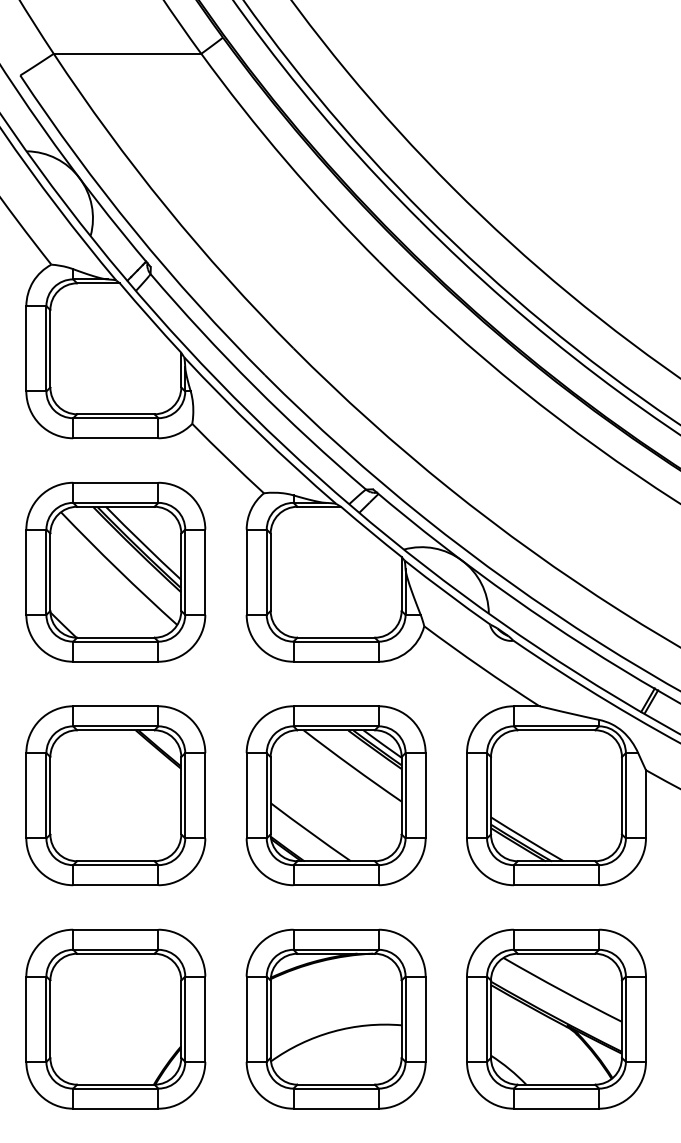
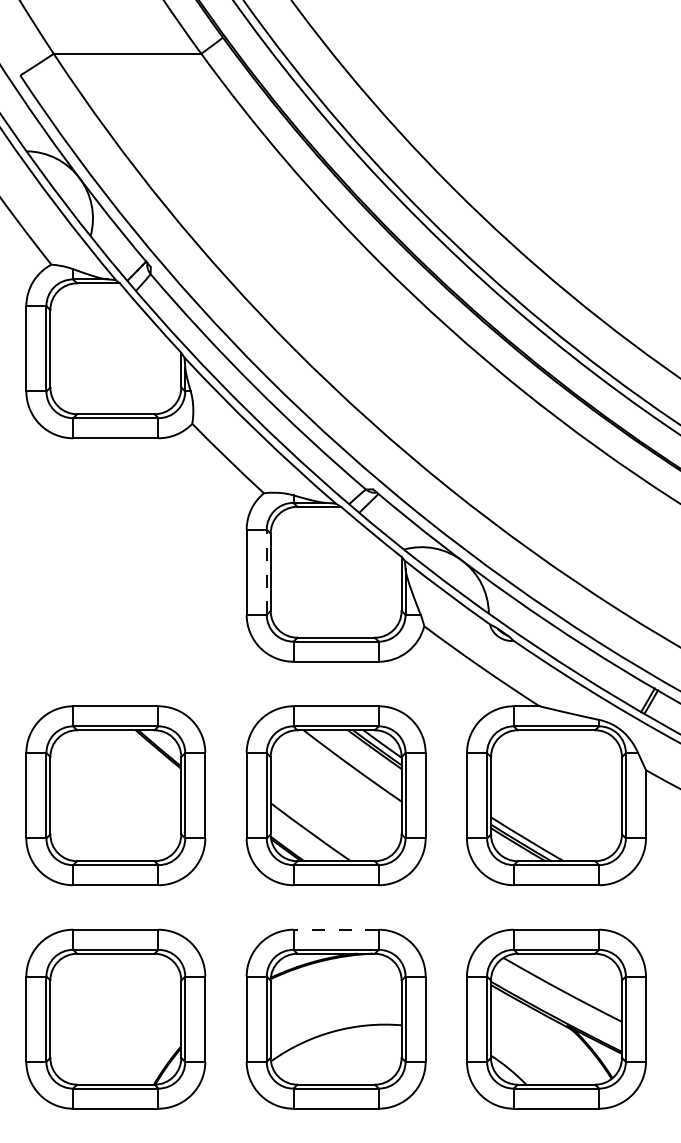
part at (115, 571): present -> none
line at (266, 572): solid -> dashed
line at (336, 929): solid -> dashed
